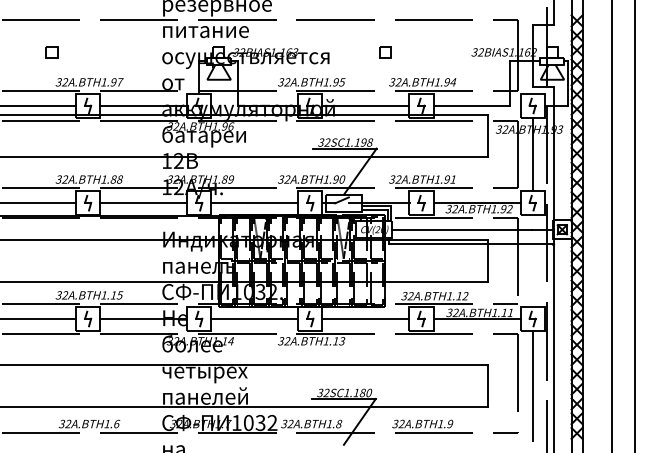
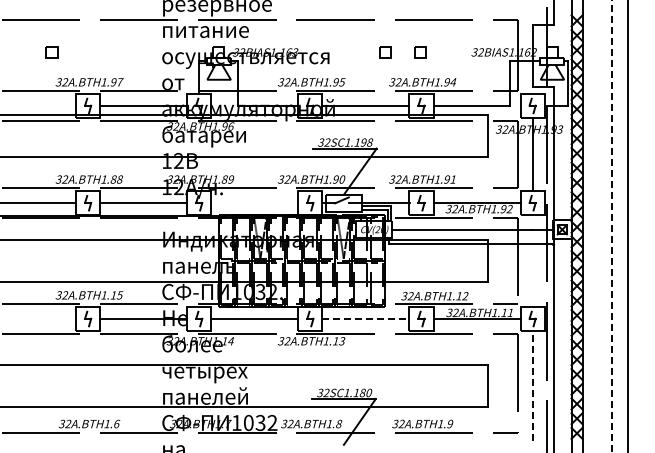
part at (420, 52): none -> present
line at (39, 105): present -> none
line at (254, 203): present -> none
line at (635, 225) position: (635, 225) -> (628, 225)
line at (612, 226): solid -> dashed
line at (39, 318): present -> none
line at (366, 318): solid -> dashed
line at (532, 385): solid -> dashed
